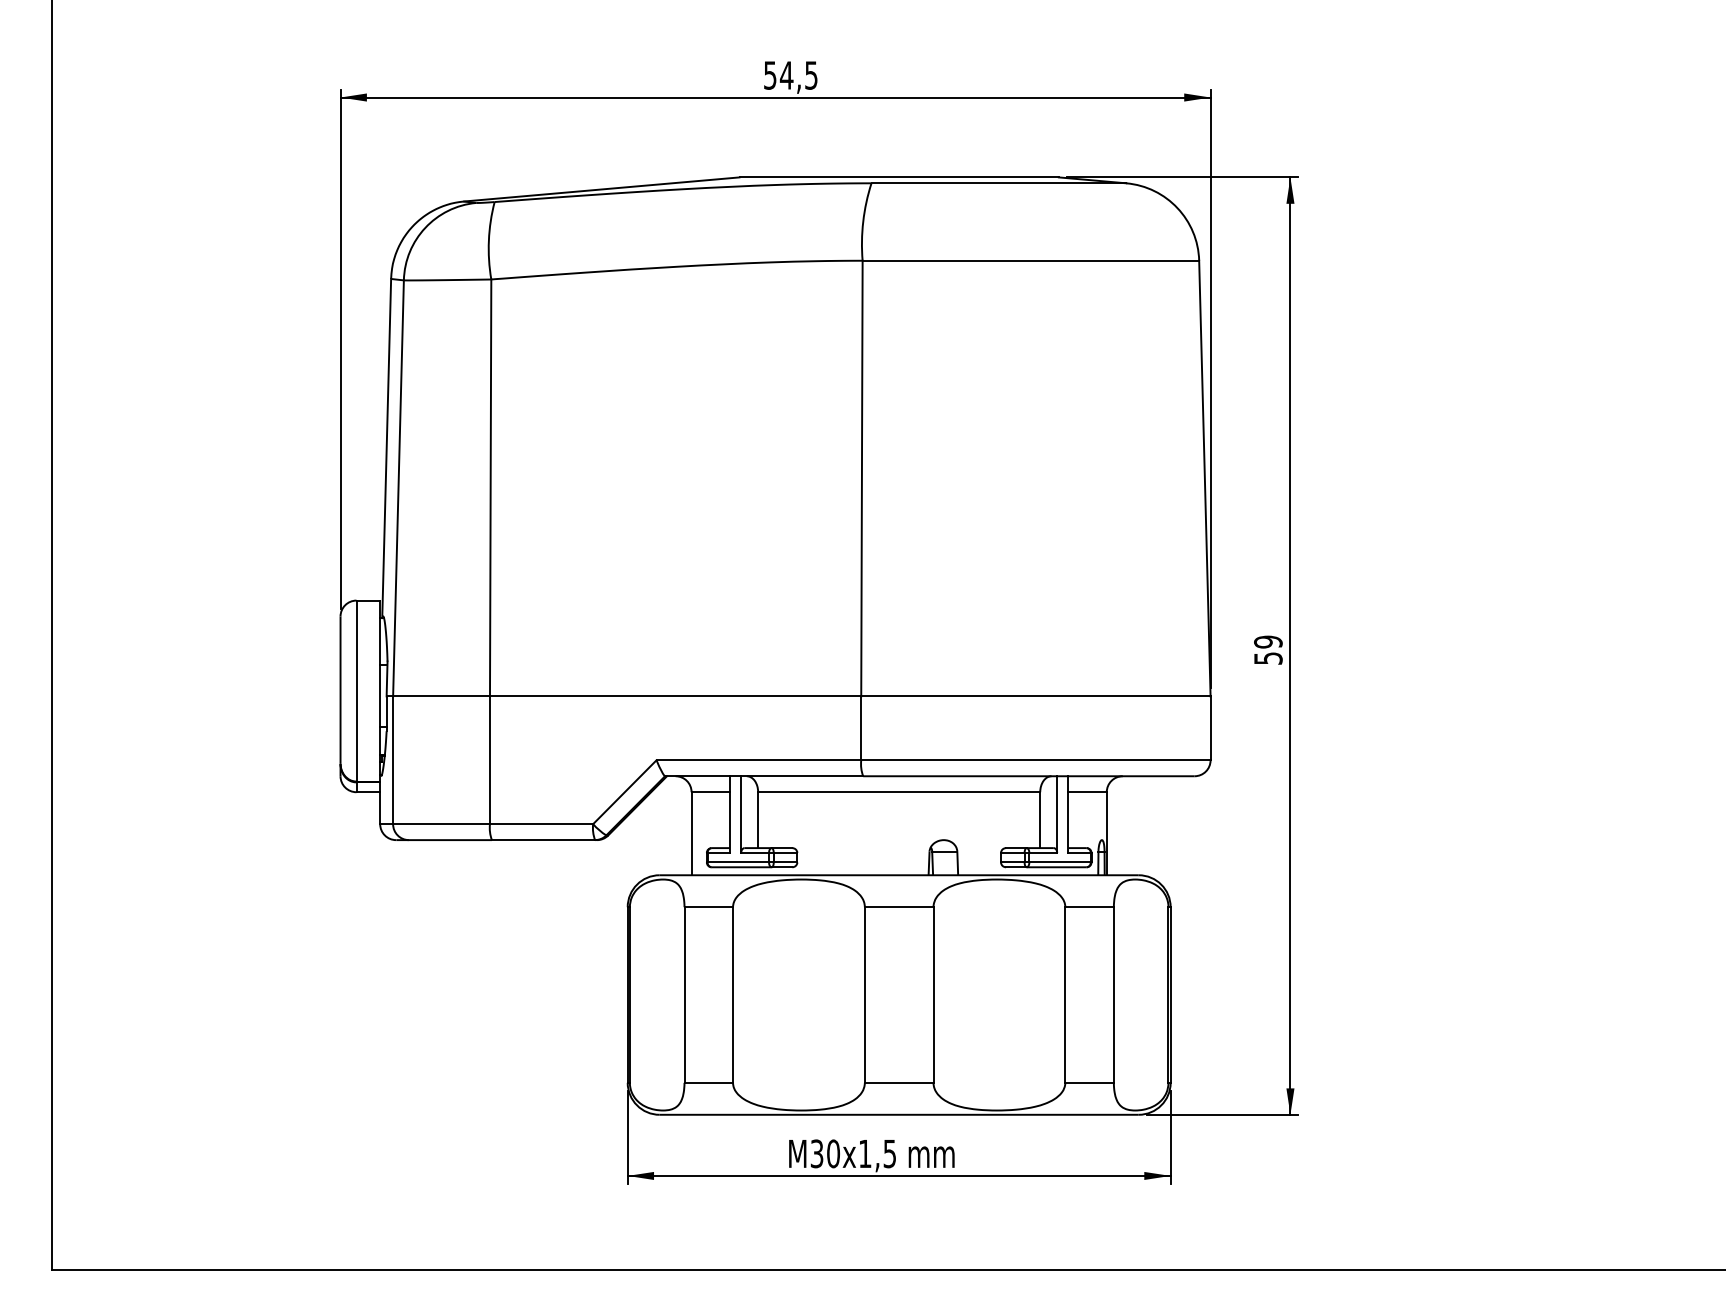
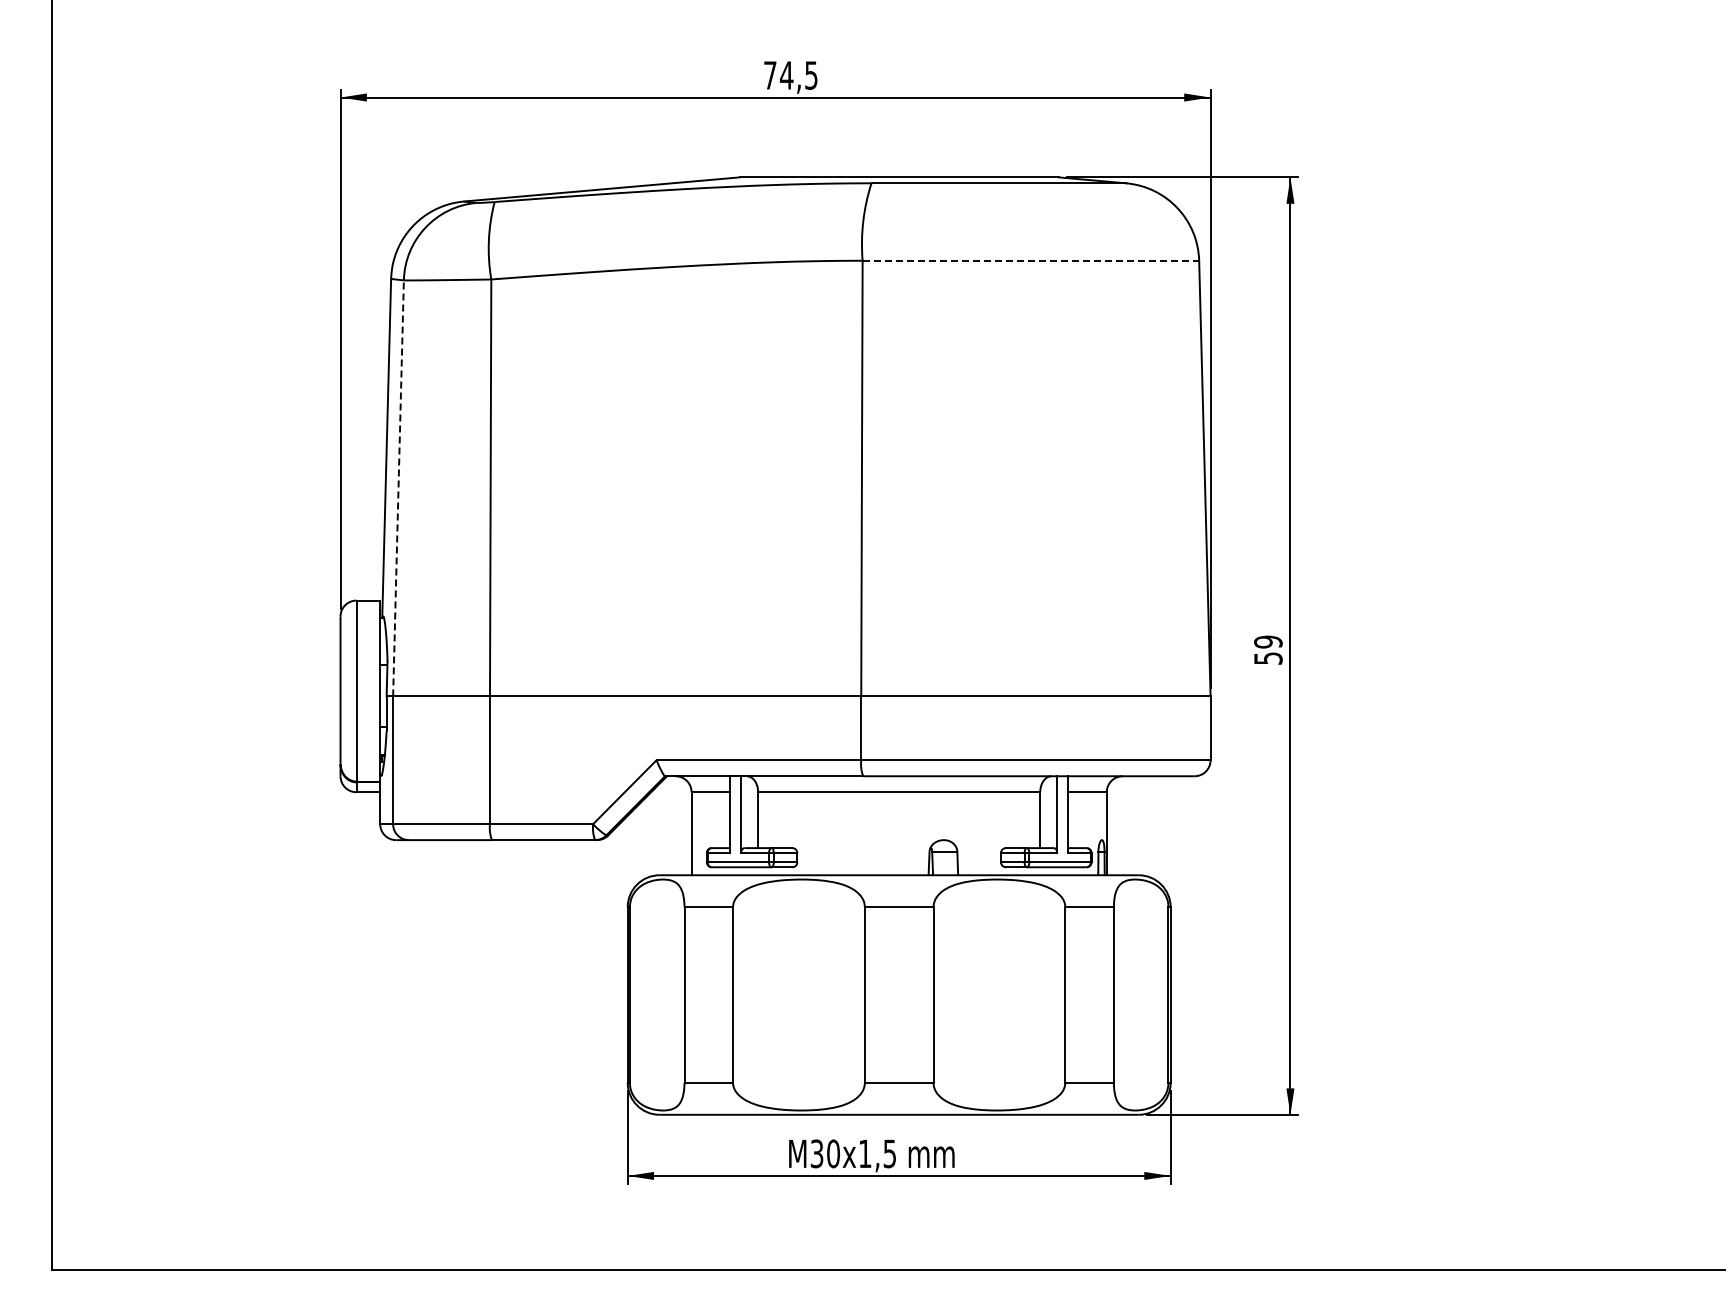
text at (770, 75): 54,5 -> 74,5
line at (1031, 260): solid -> dashed
line at (398, 487): solid -> dashed
